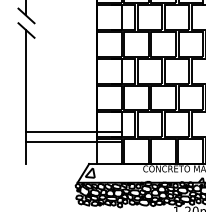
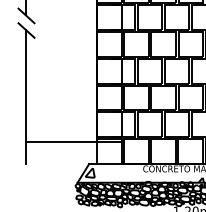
line at (73, 131): present -> none
